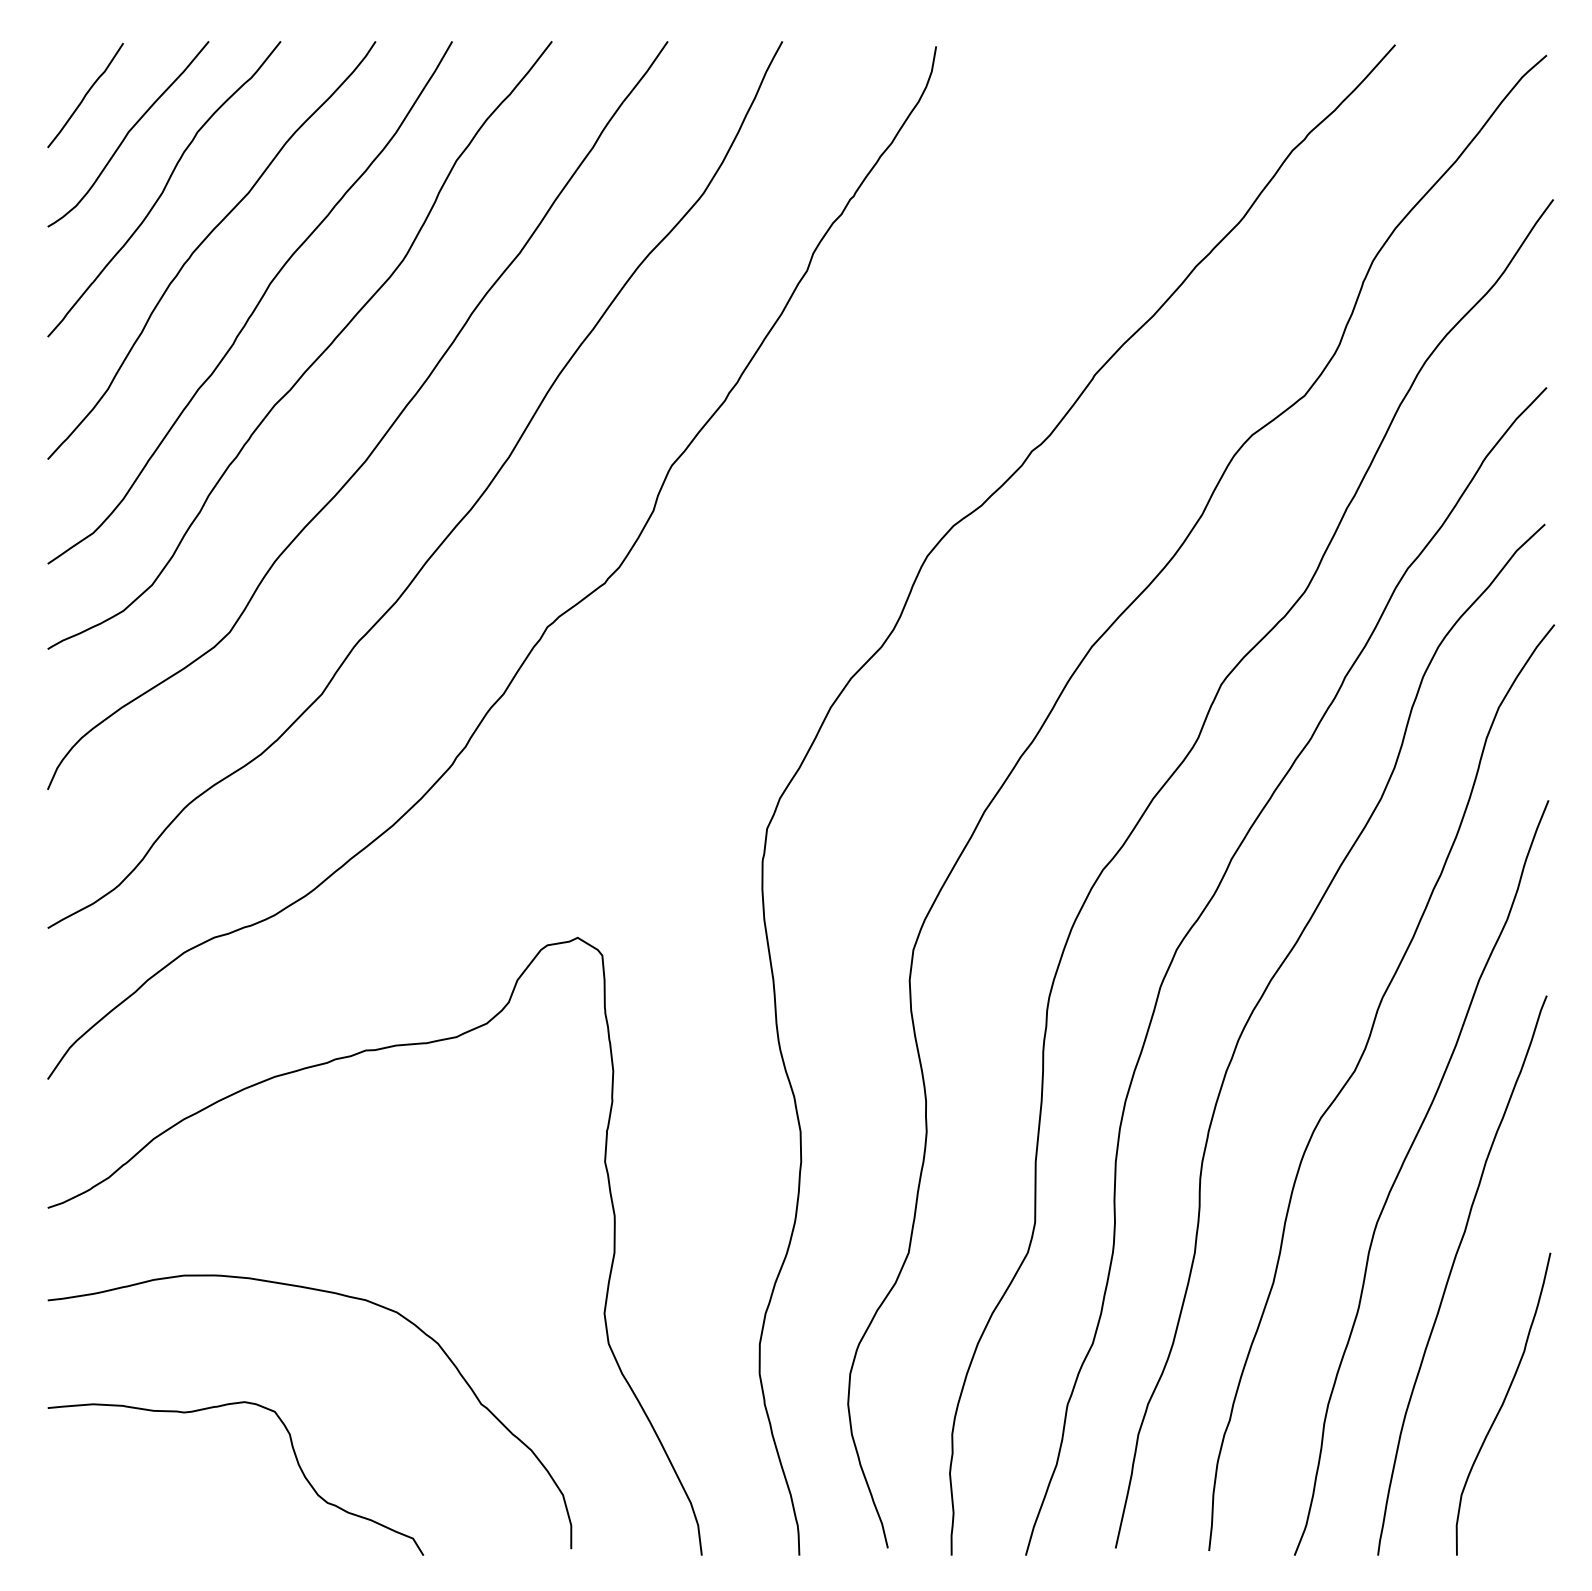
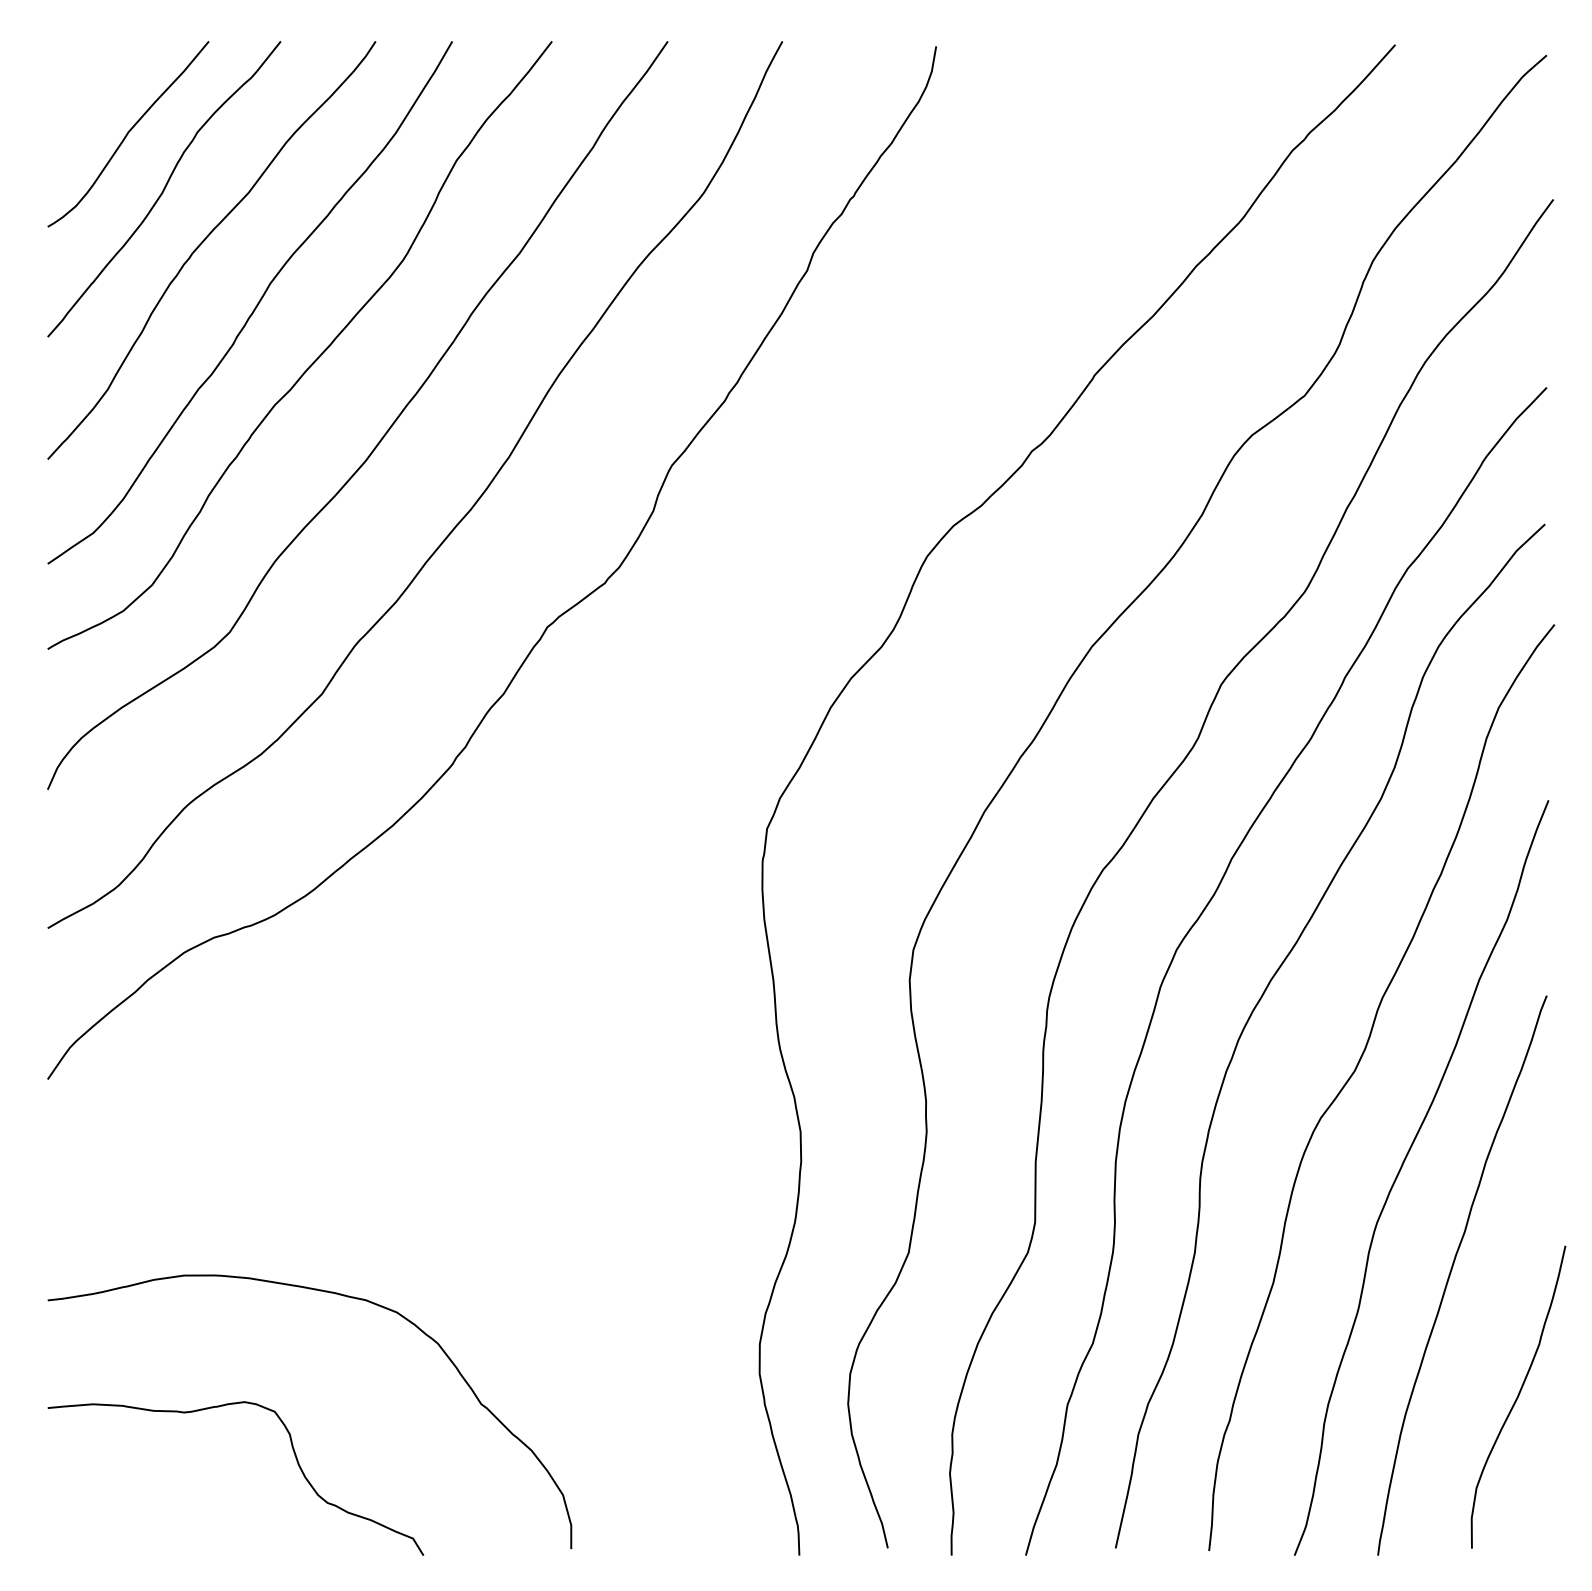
curve at (85, 95): present -> none
curve at (325, 1064): present -> none
curve at (1503, 1403) position: (1503, 1403) -> (1518, 1396)
